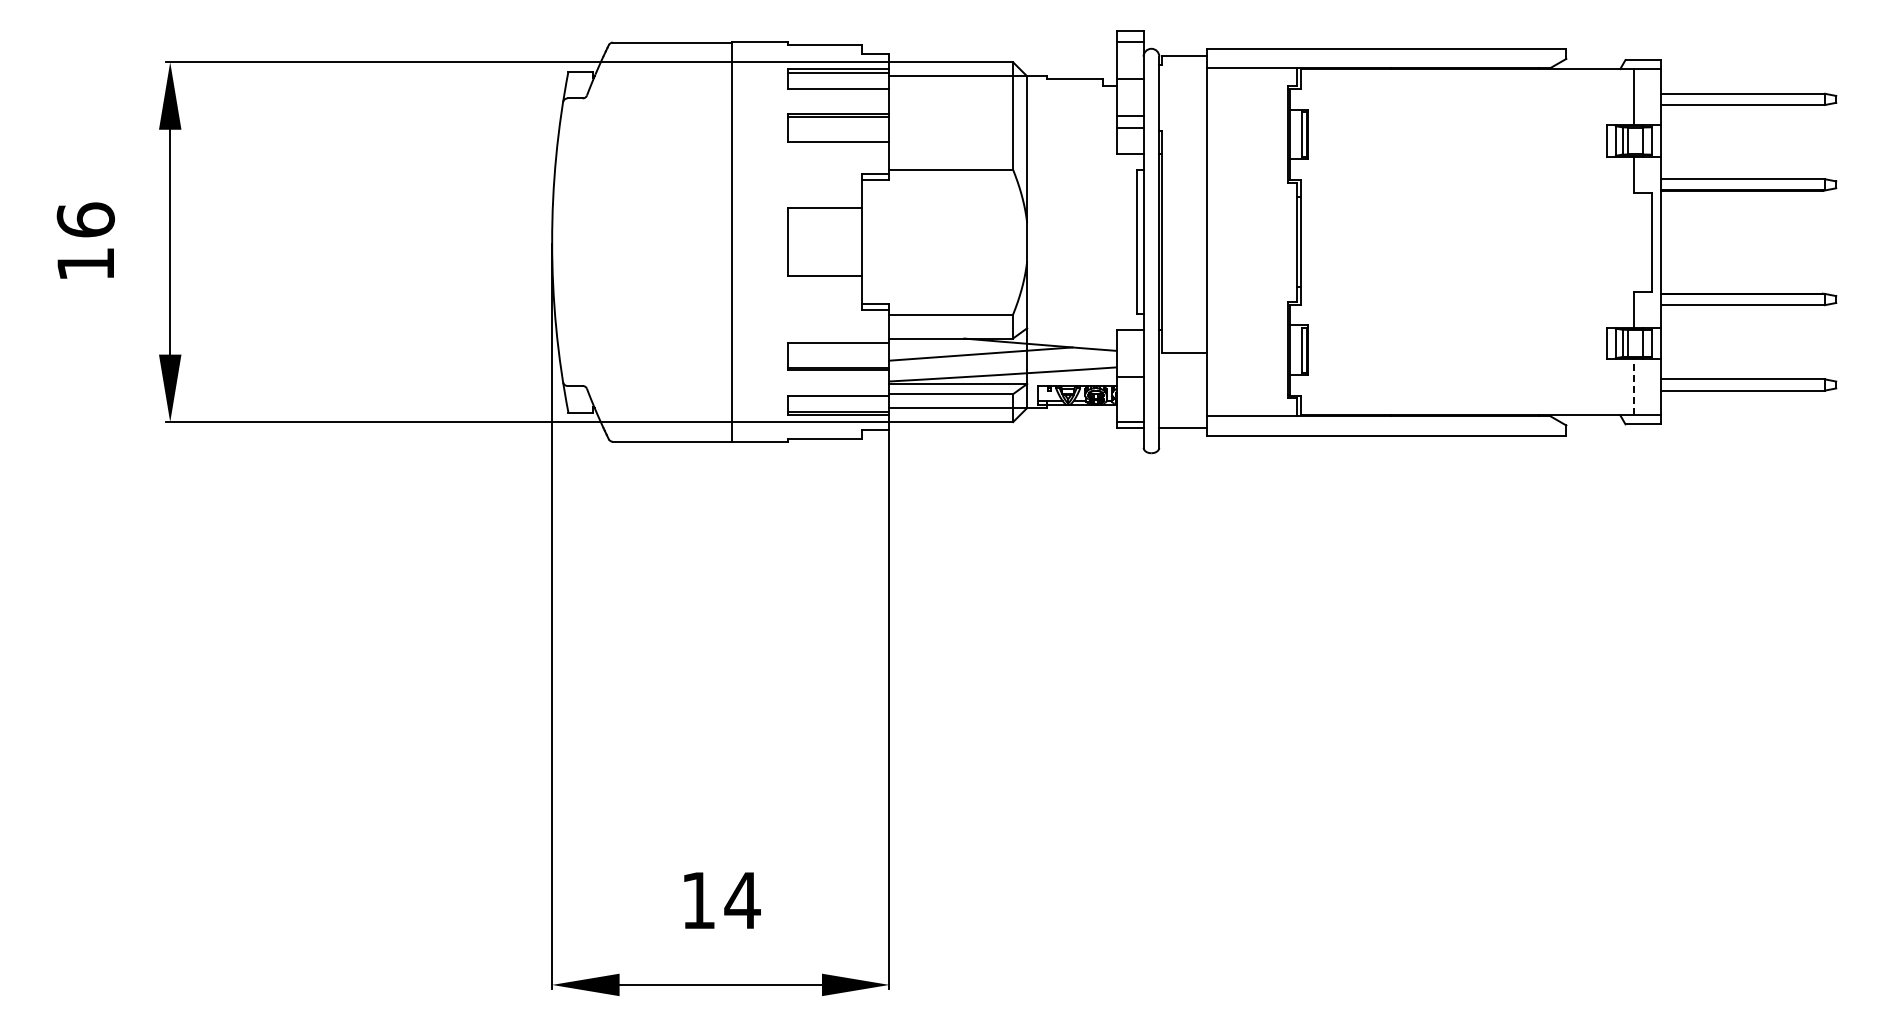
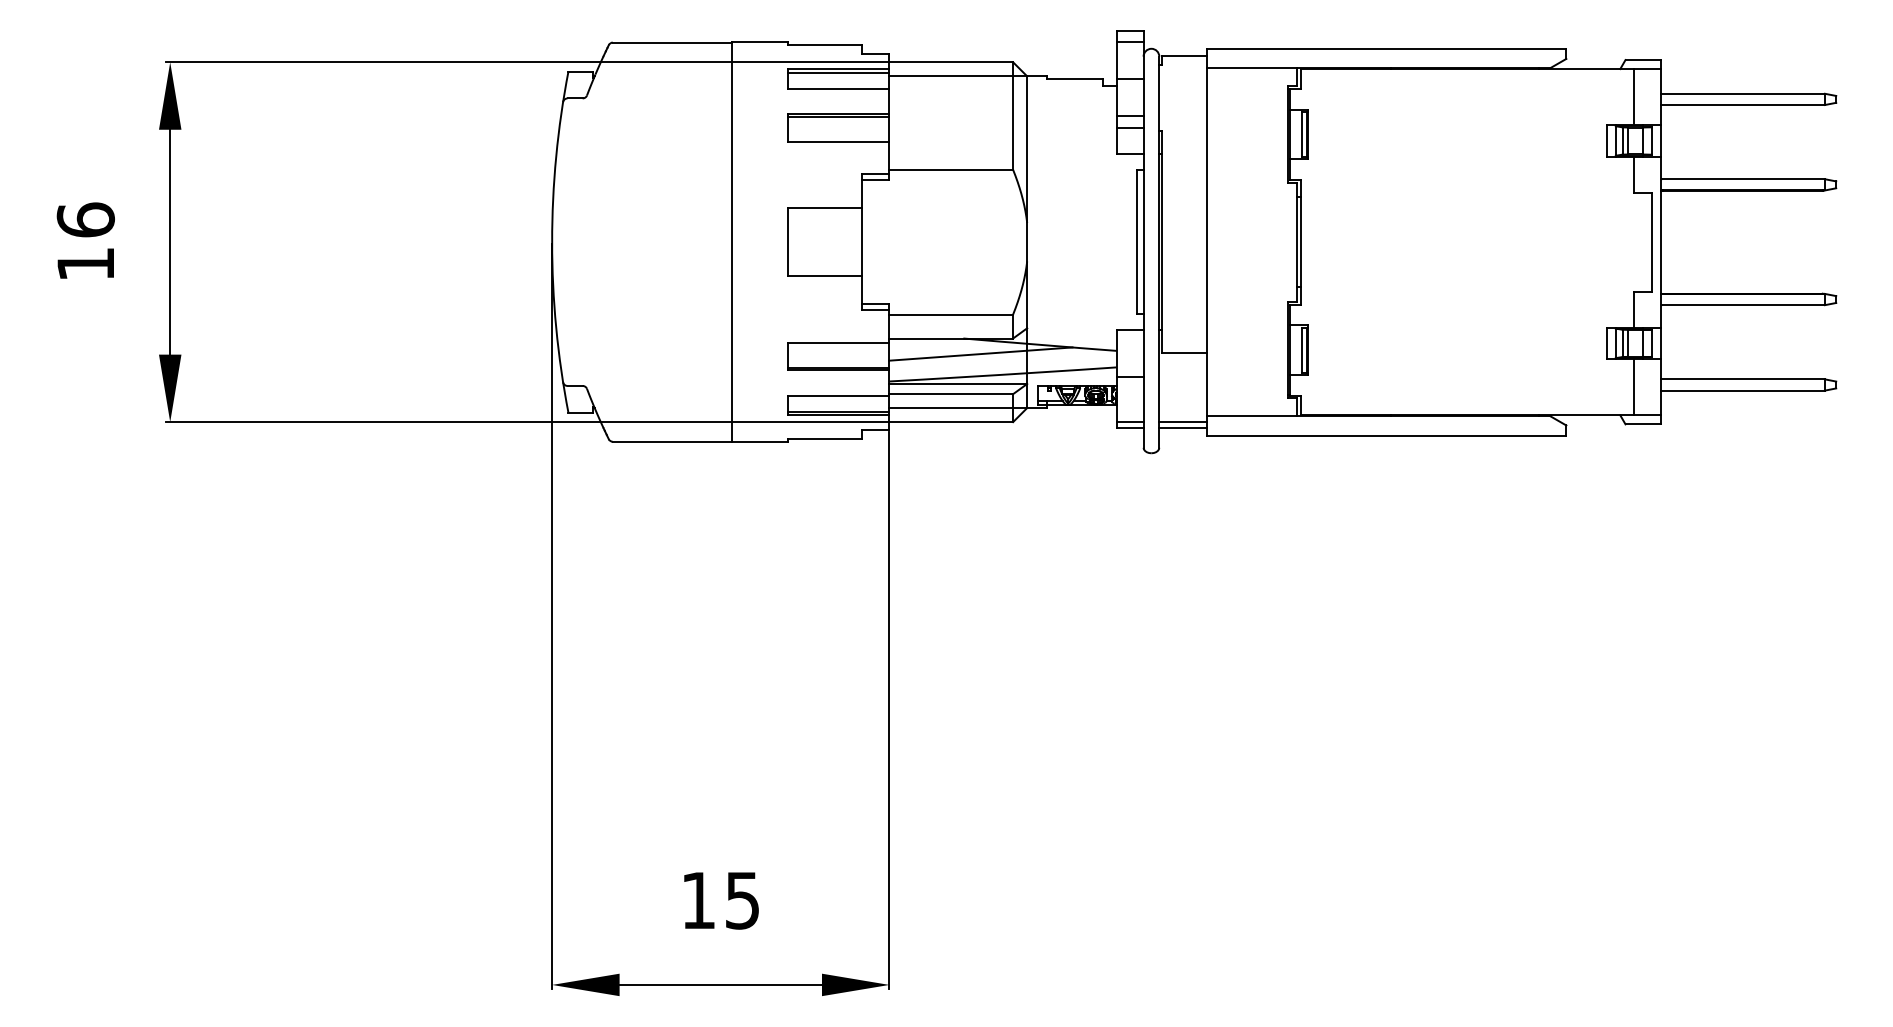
line at (1633, 386): dashed -> solid
line at (1182, 422): none -> present
text at (742, 900): 14 -> 15
